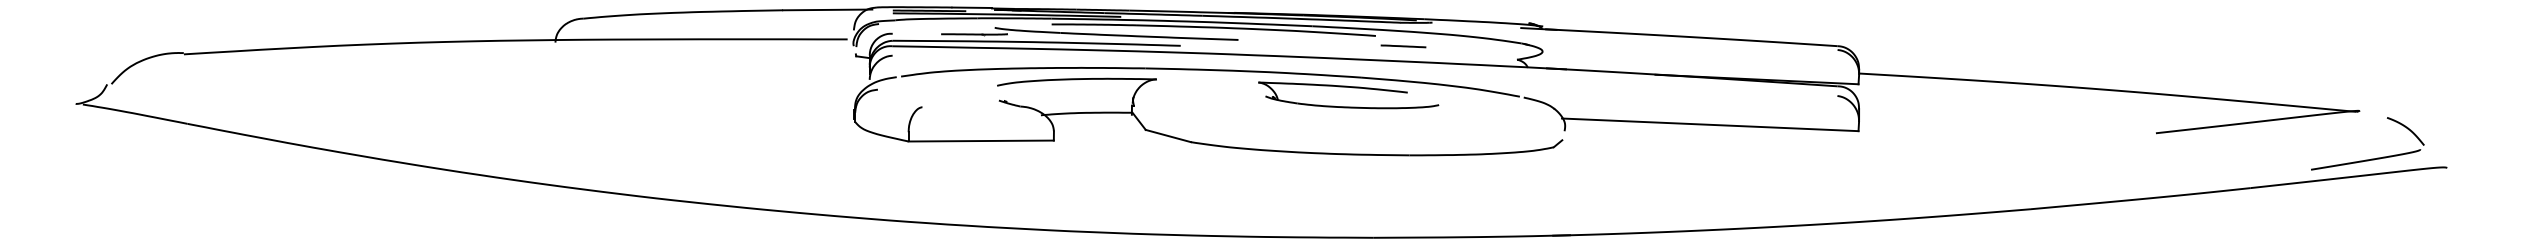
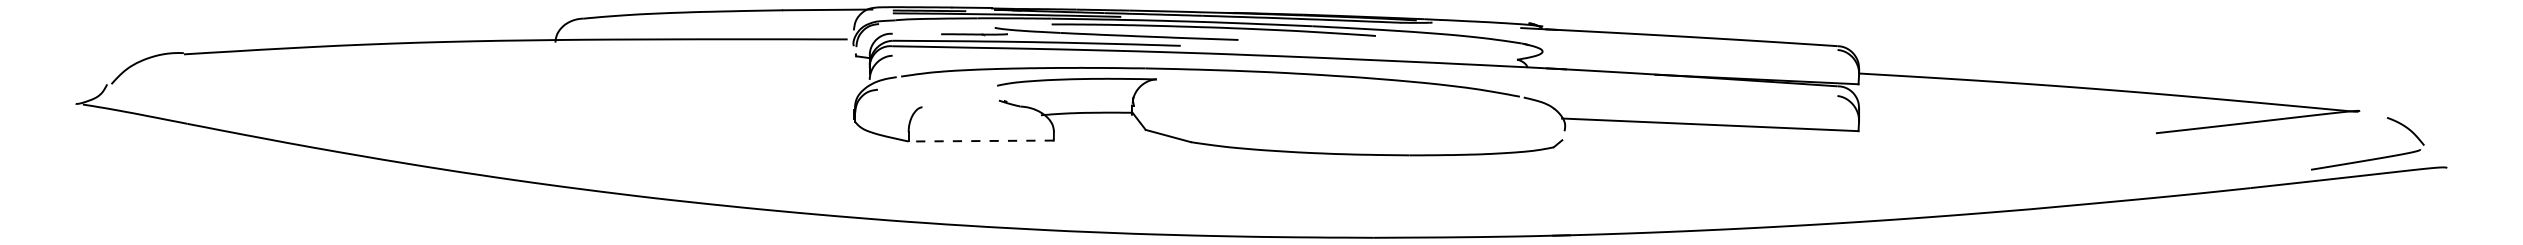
line at (1403, 46): present -> none
part at (1348, 87): present -> none
line at (981, 141): solid -> dashed
